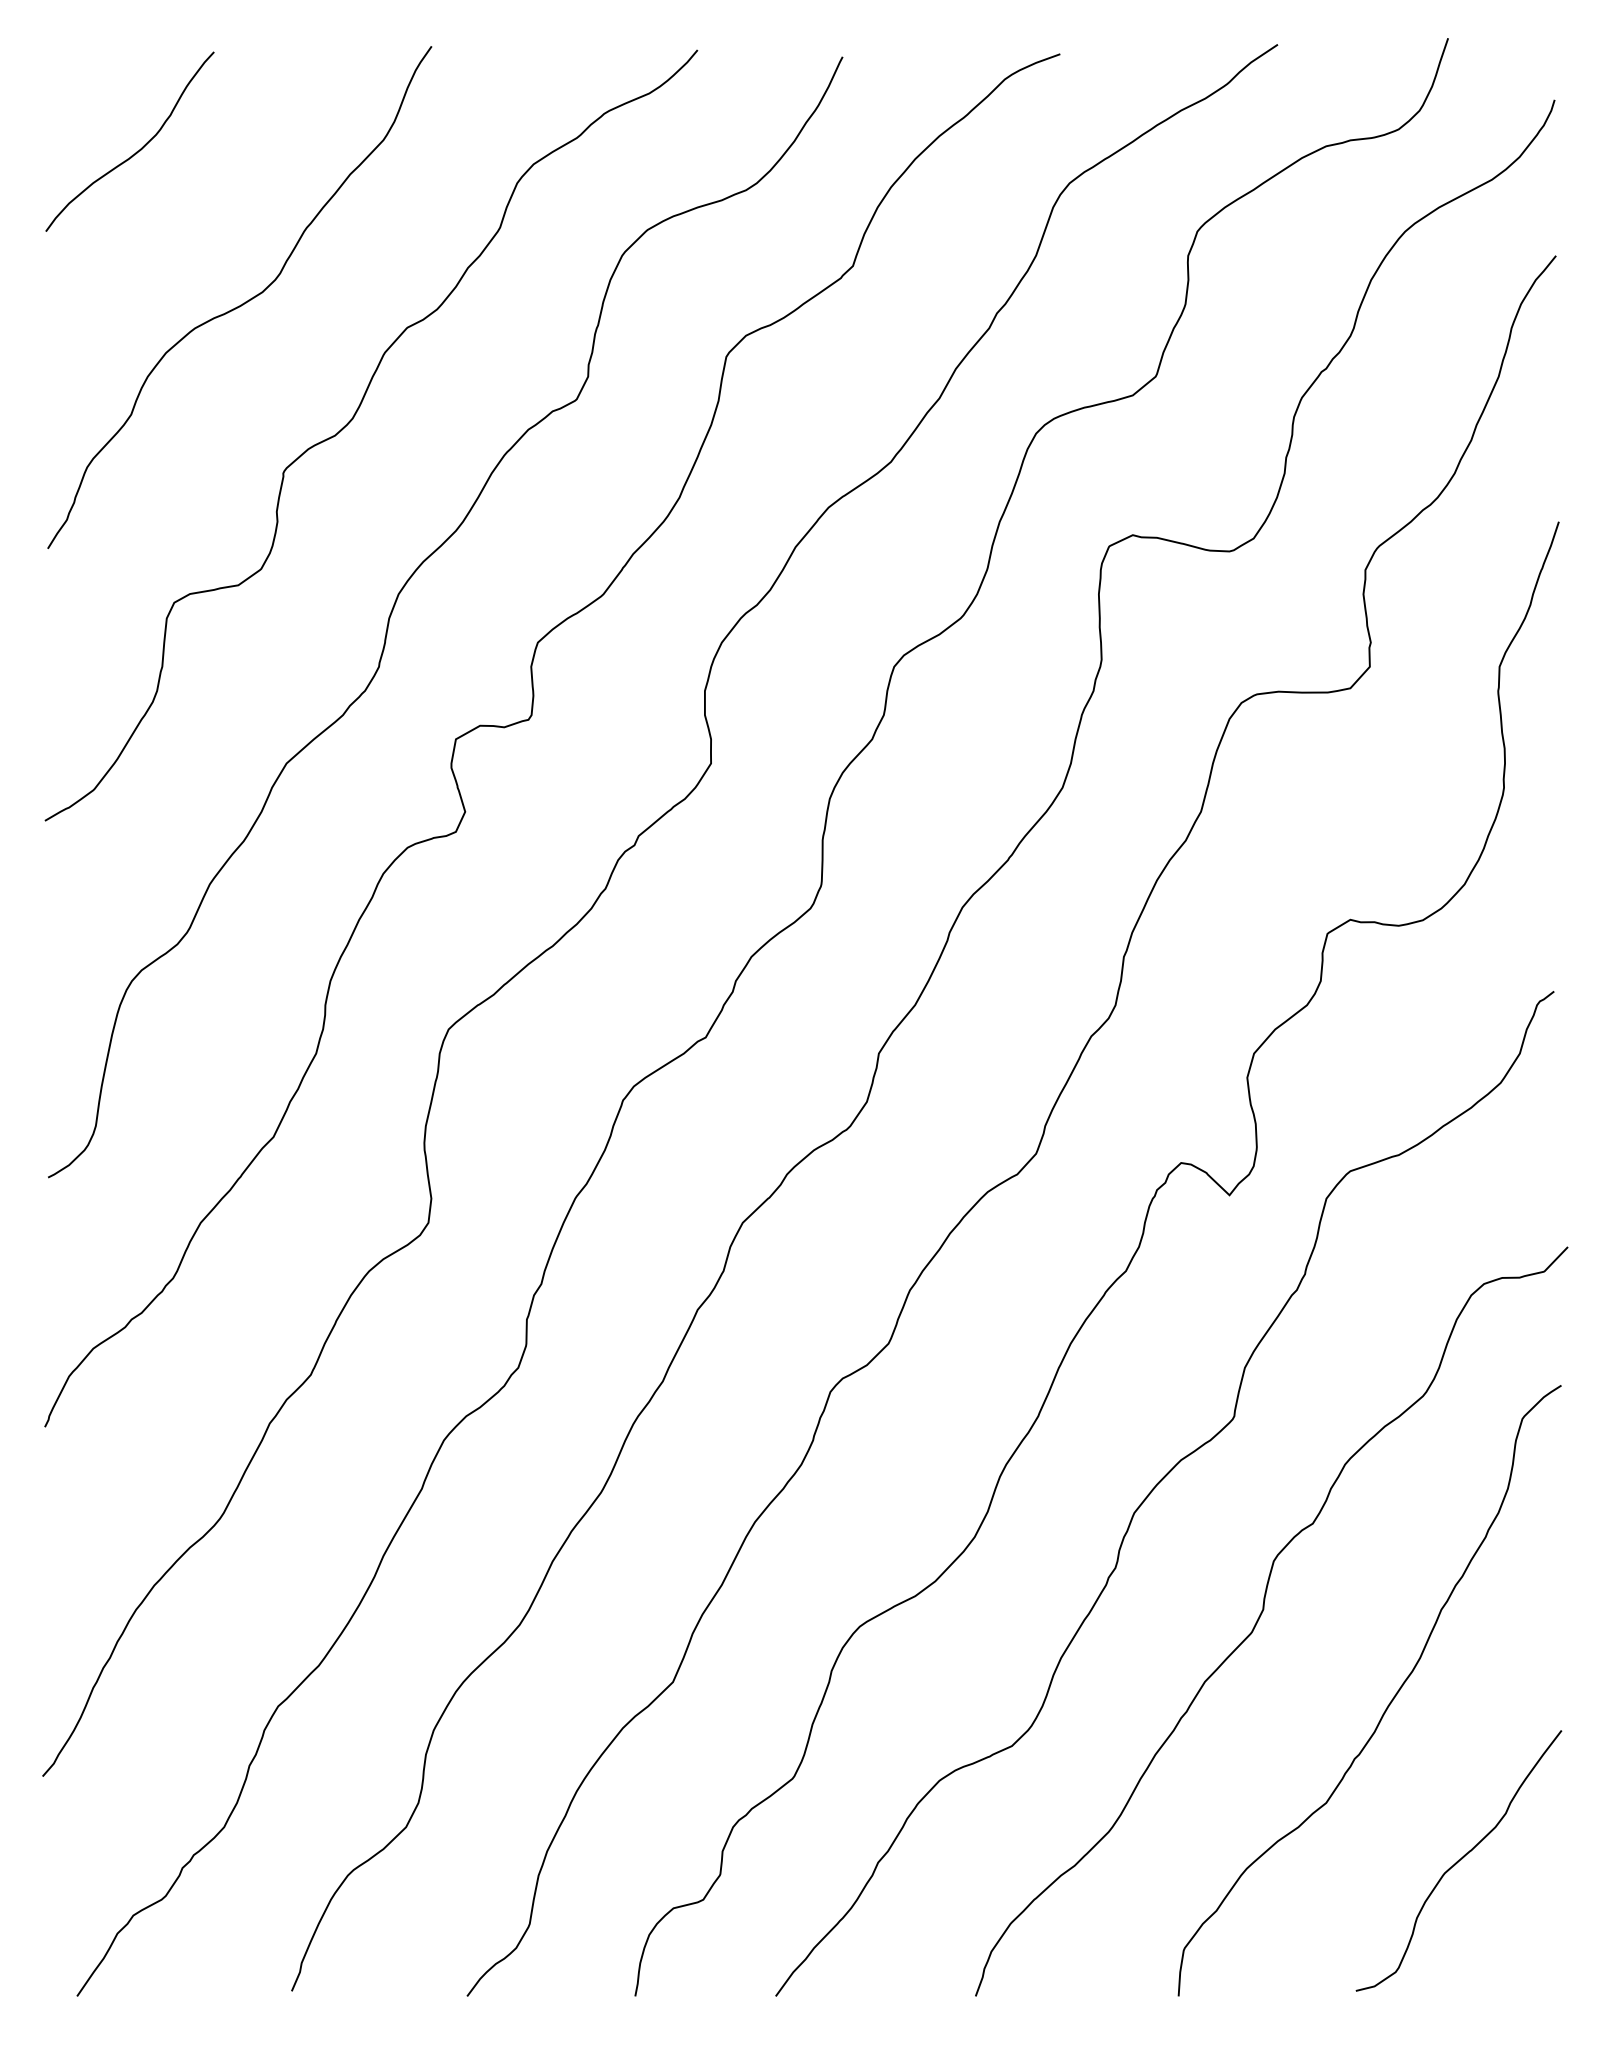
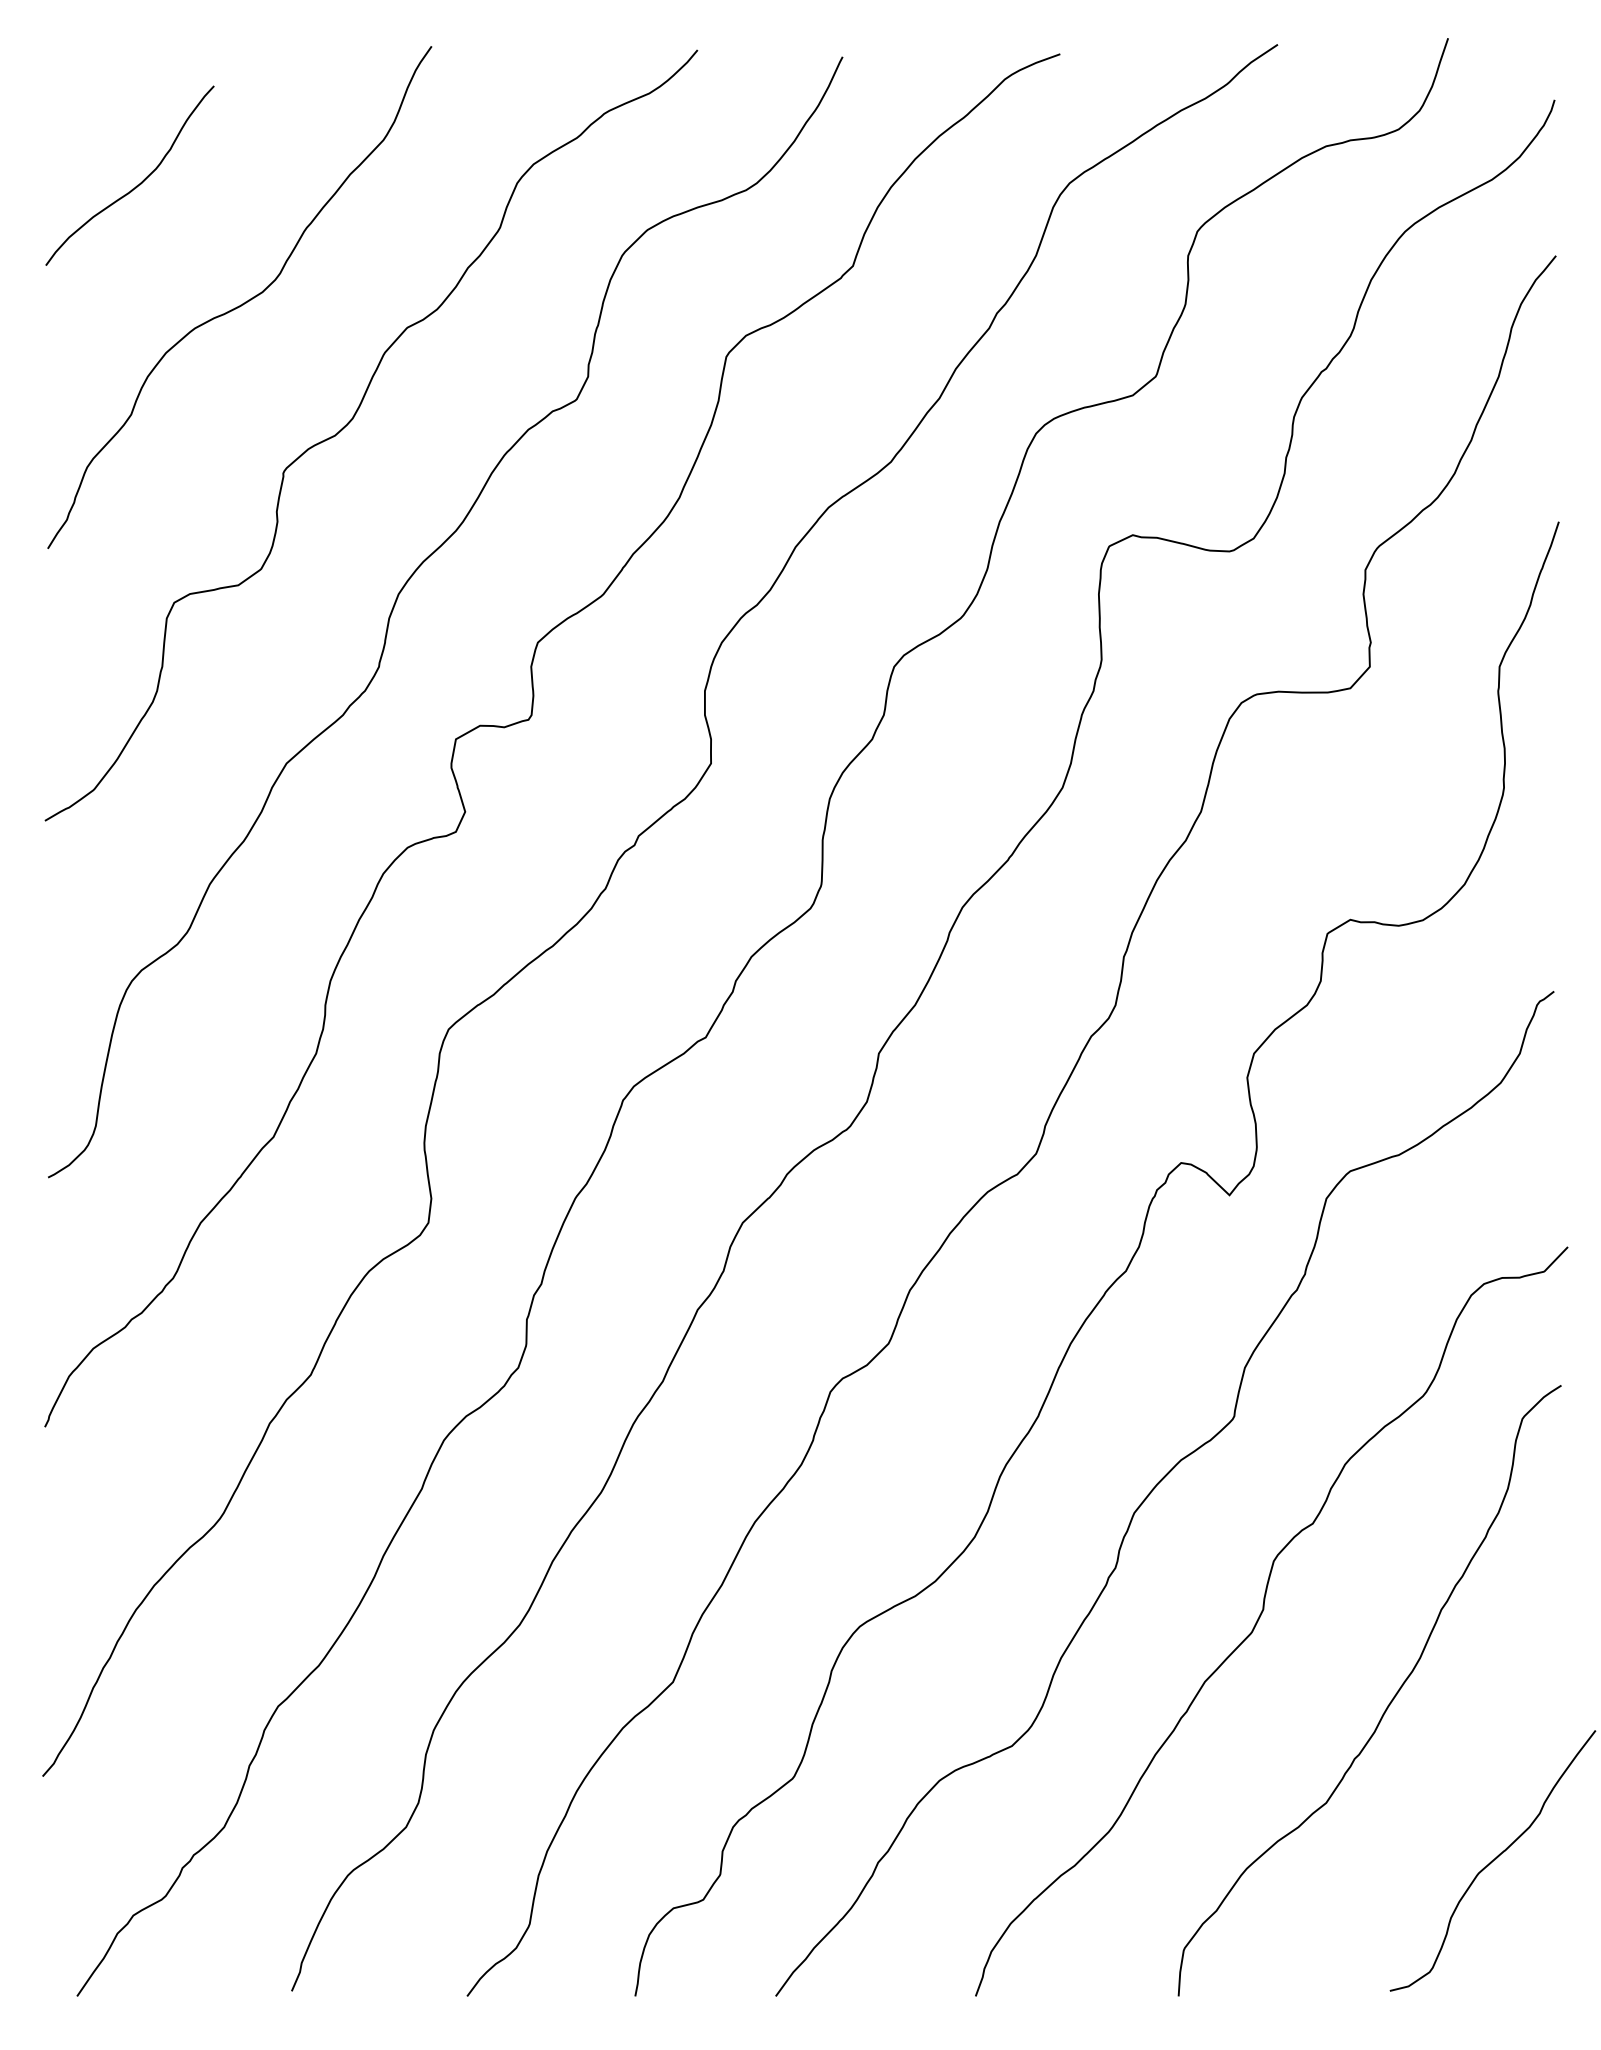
curve at (136, 151) position: (136, 151) -> (136, 185)
curve at (1458, 1860) position: (1458, 1860) -> (1492, 1860)
